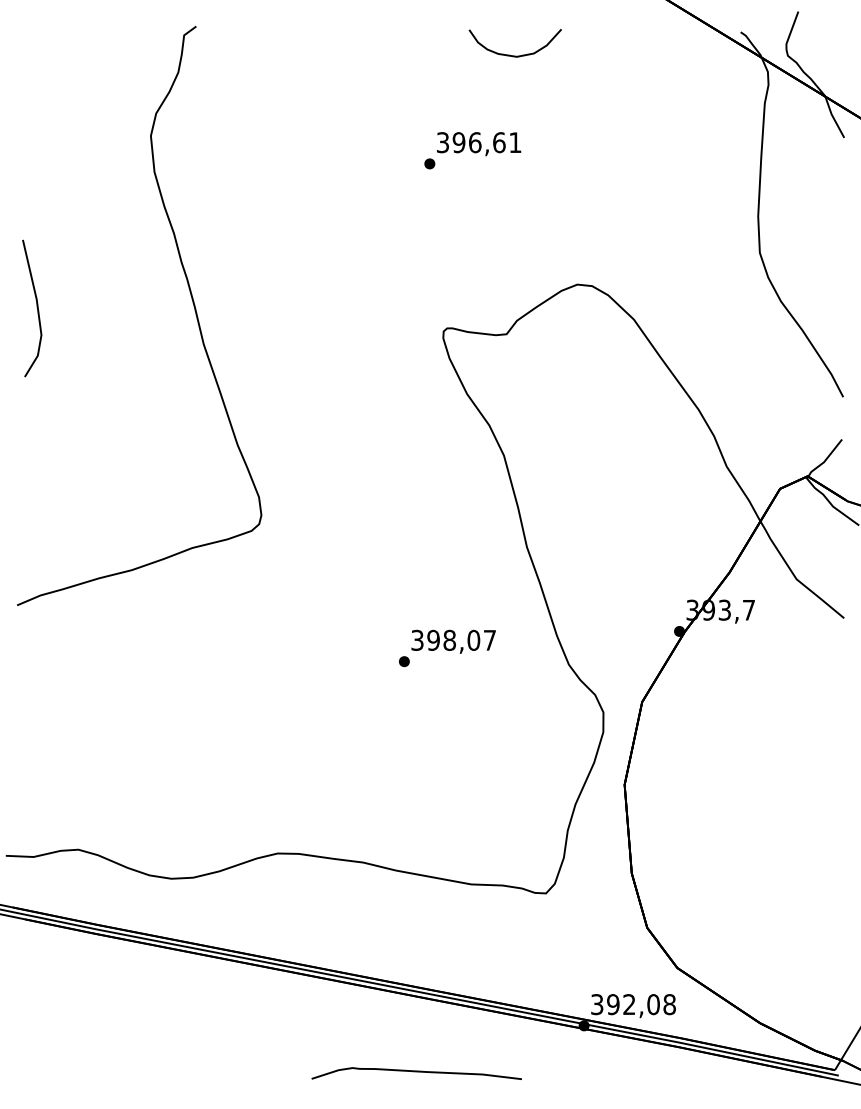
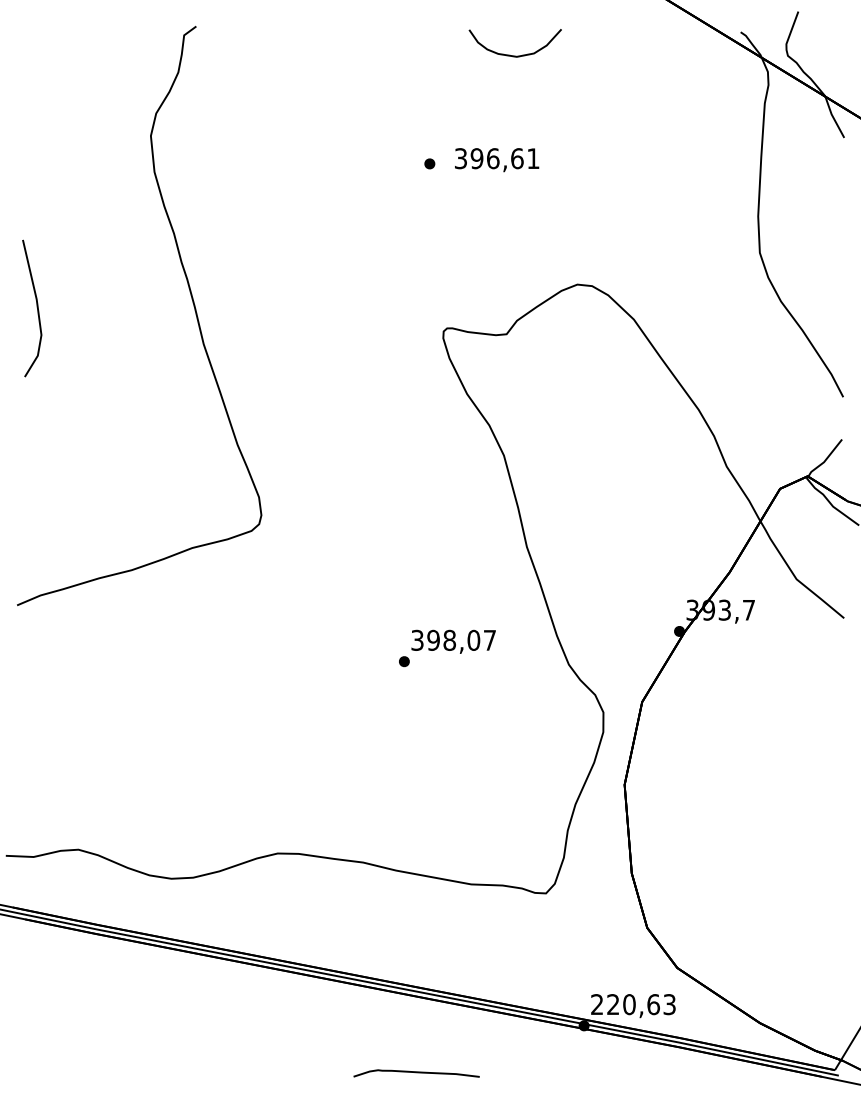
text at (479, 144) position: (479, 144) -> (497, 160)
text at (633, 1004): 392,08 -> 220,63
part at (416, 1073) size: 211x13 px -> 127x9 px
